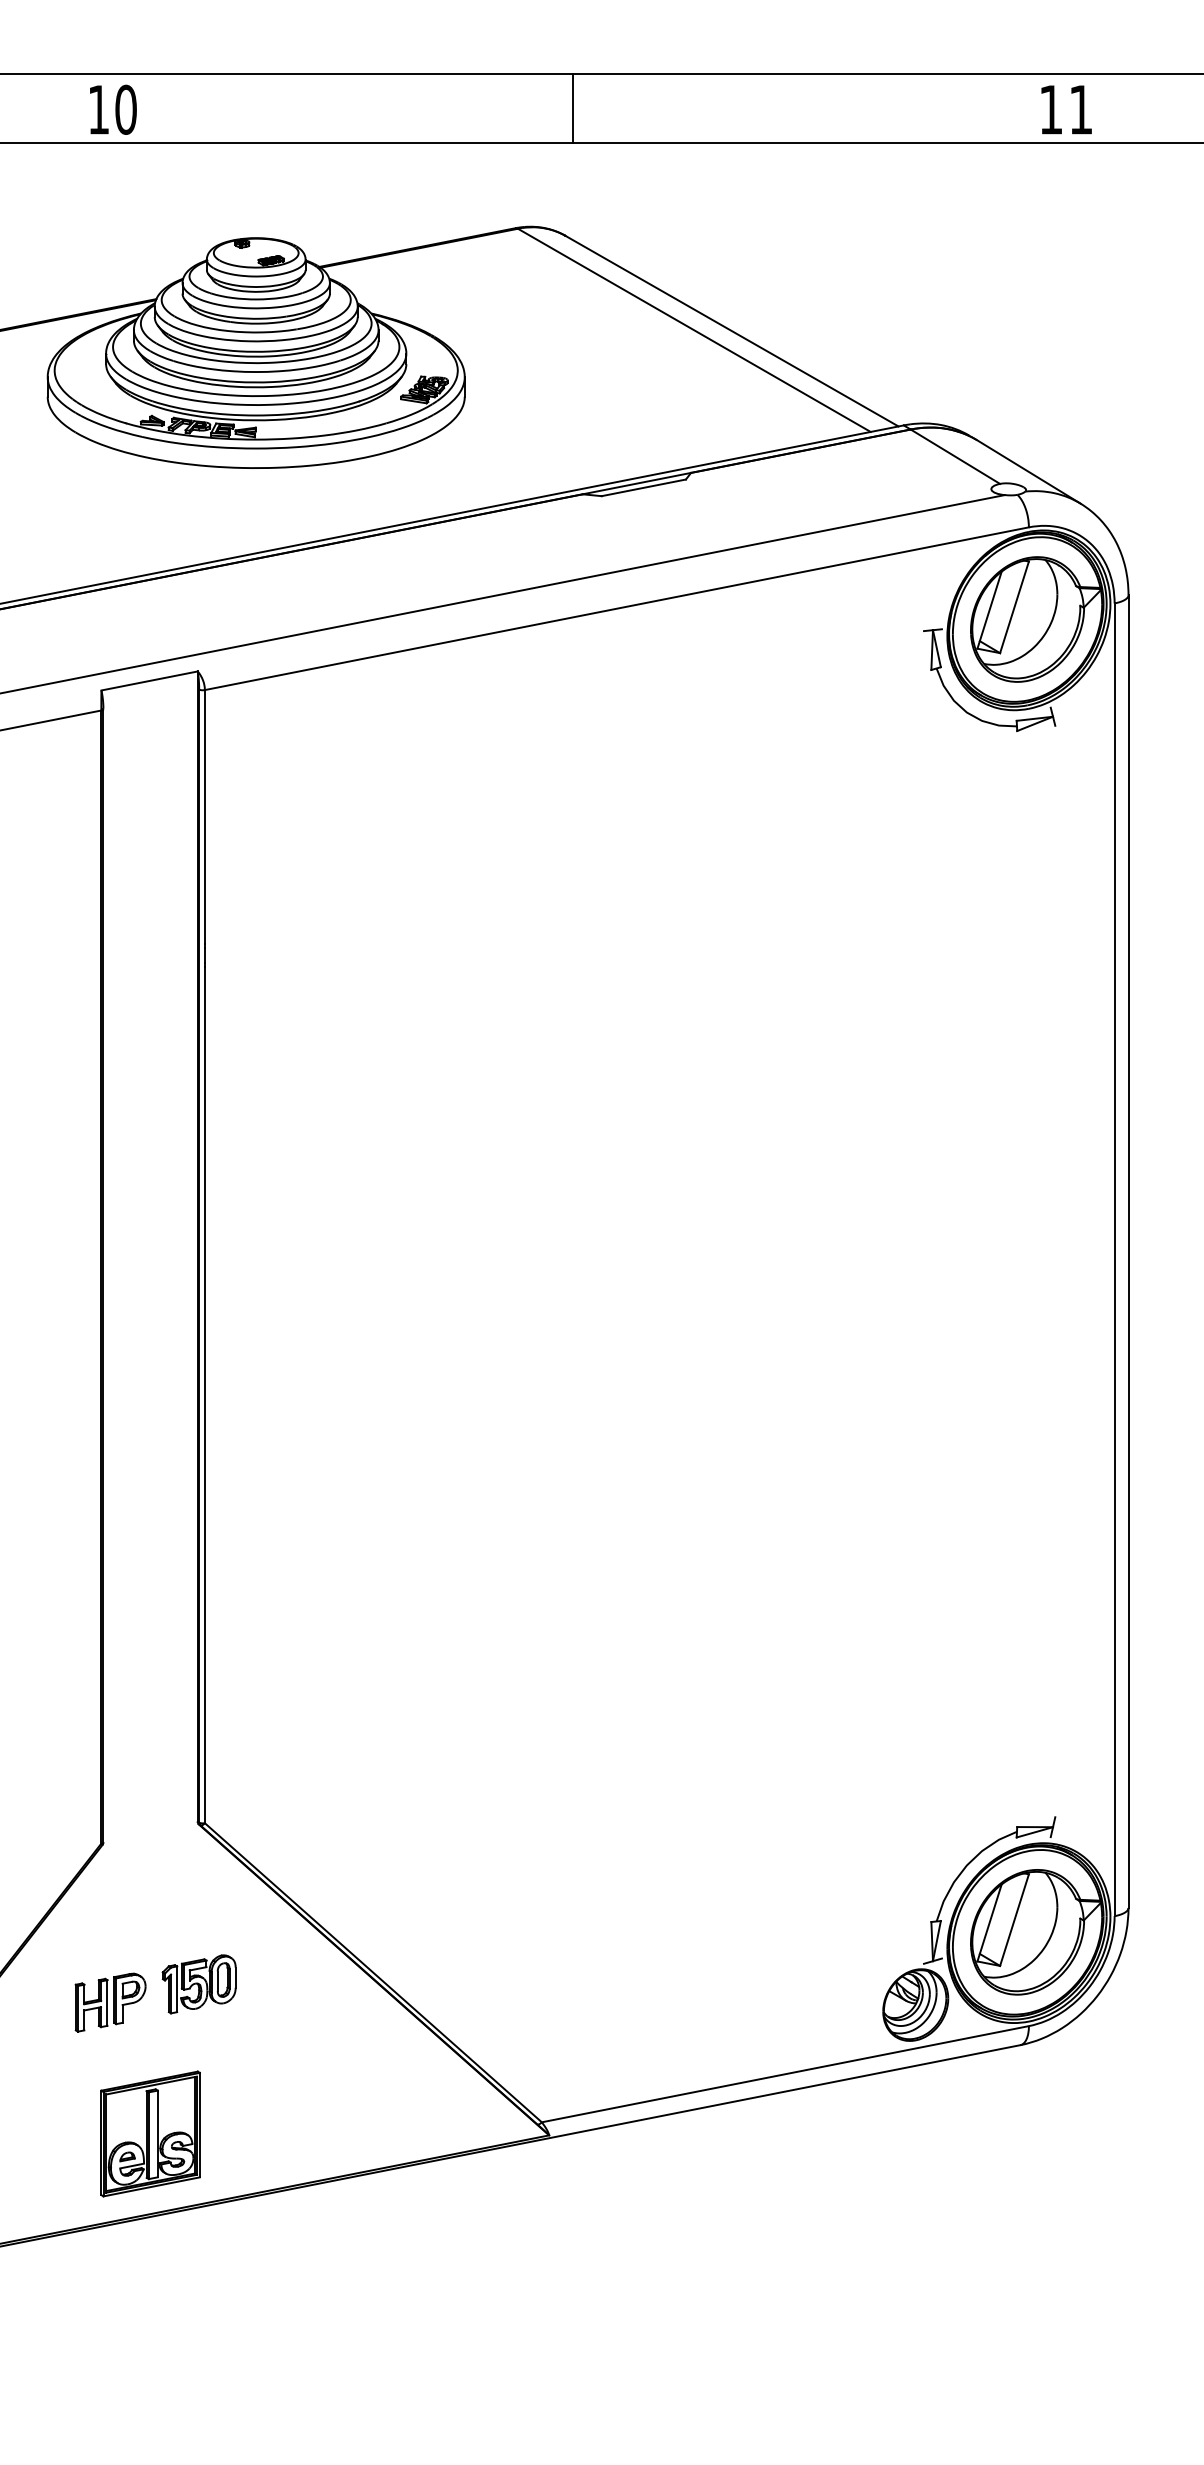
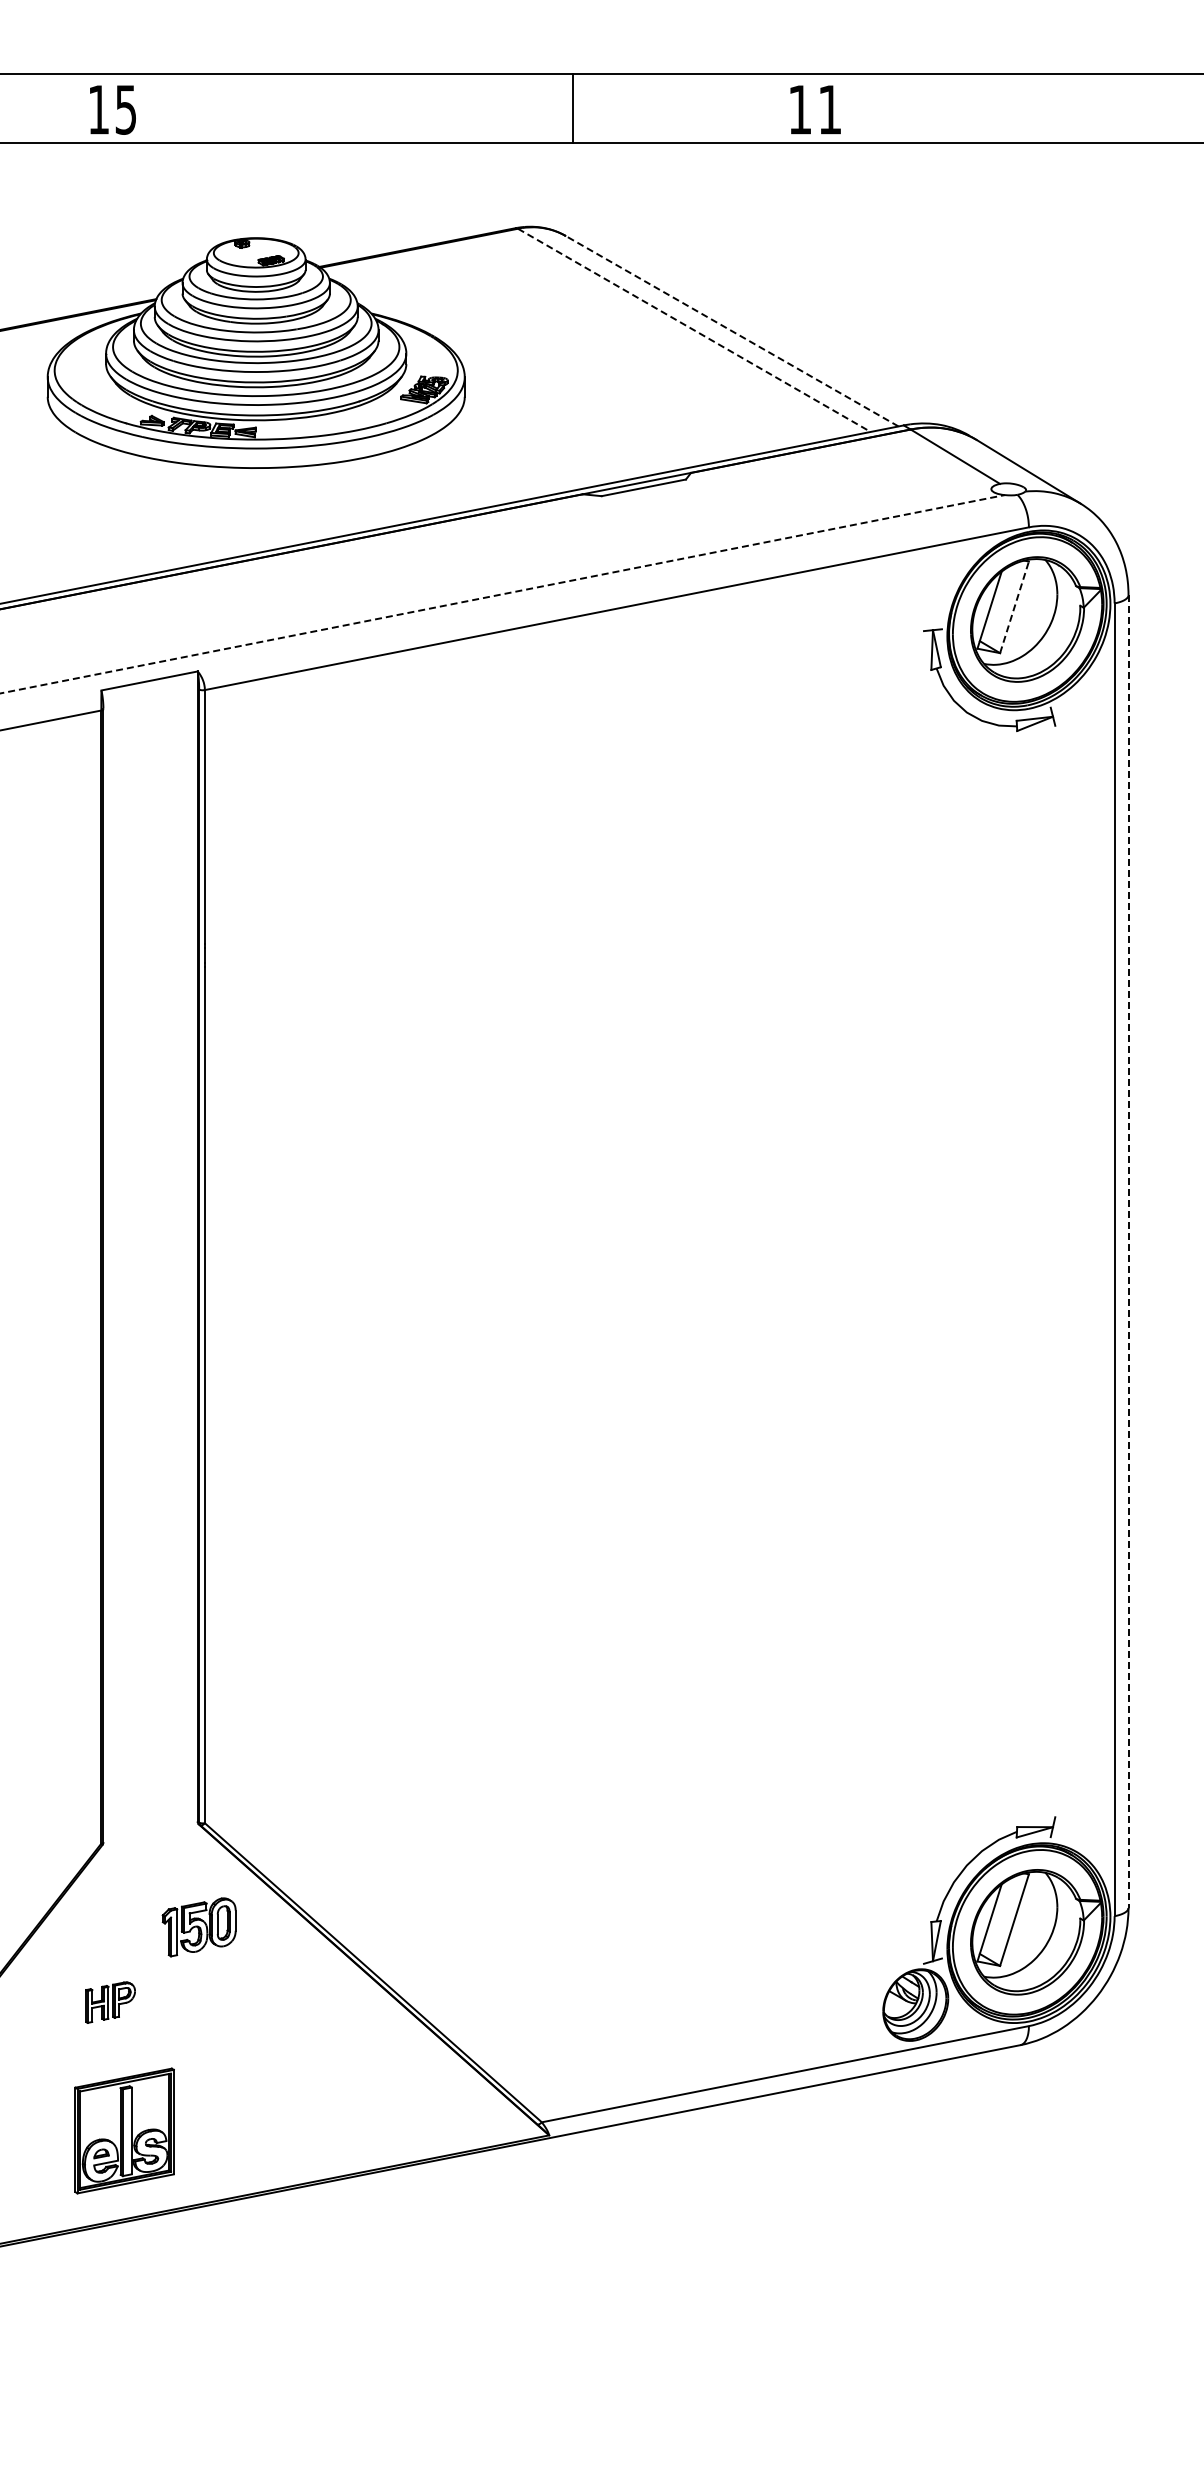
text at (125, 109): 10 -> 15
text at (1066, 109) position: (1066, 109) -> (815, 109)
line at (694, 330): solid -> dashed
line at (731, 331): solid -> dashed
line at (502, 594): solid -> dashed
line at (1014, 606): solid -> dashed
line at (1128, 1252): solid -> dashed
part at (198, 1984) position: (198, 1984) -> (198, 1927)
part at (110, 2002) size: 73x61 px -> 51x43 px
part at (150, 2133) position: (150, 2133) -> (124, 2130)
